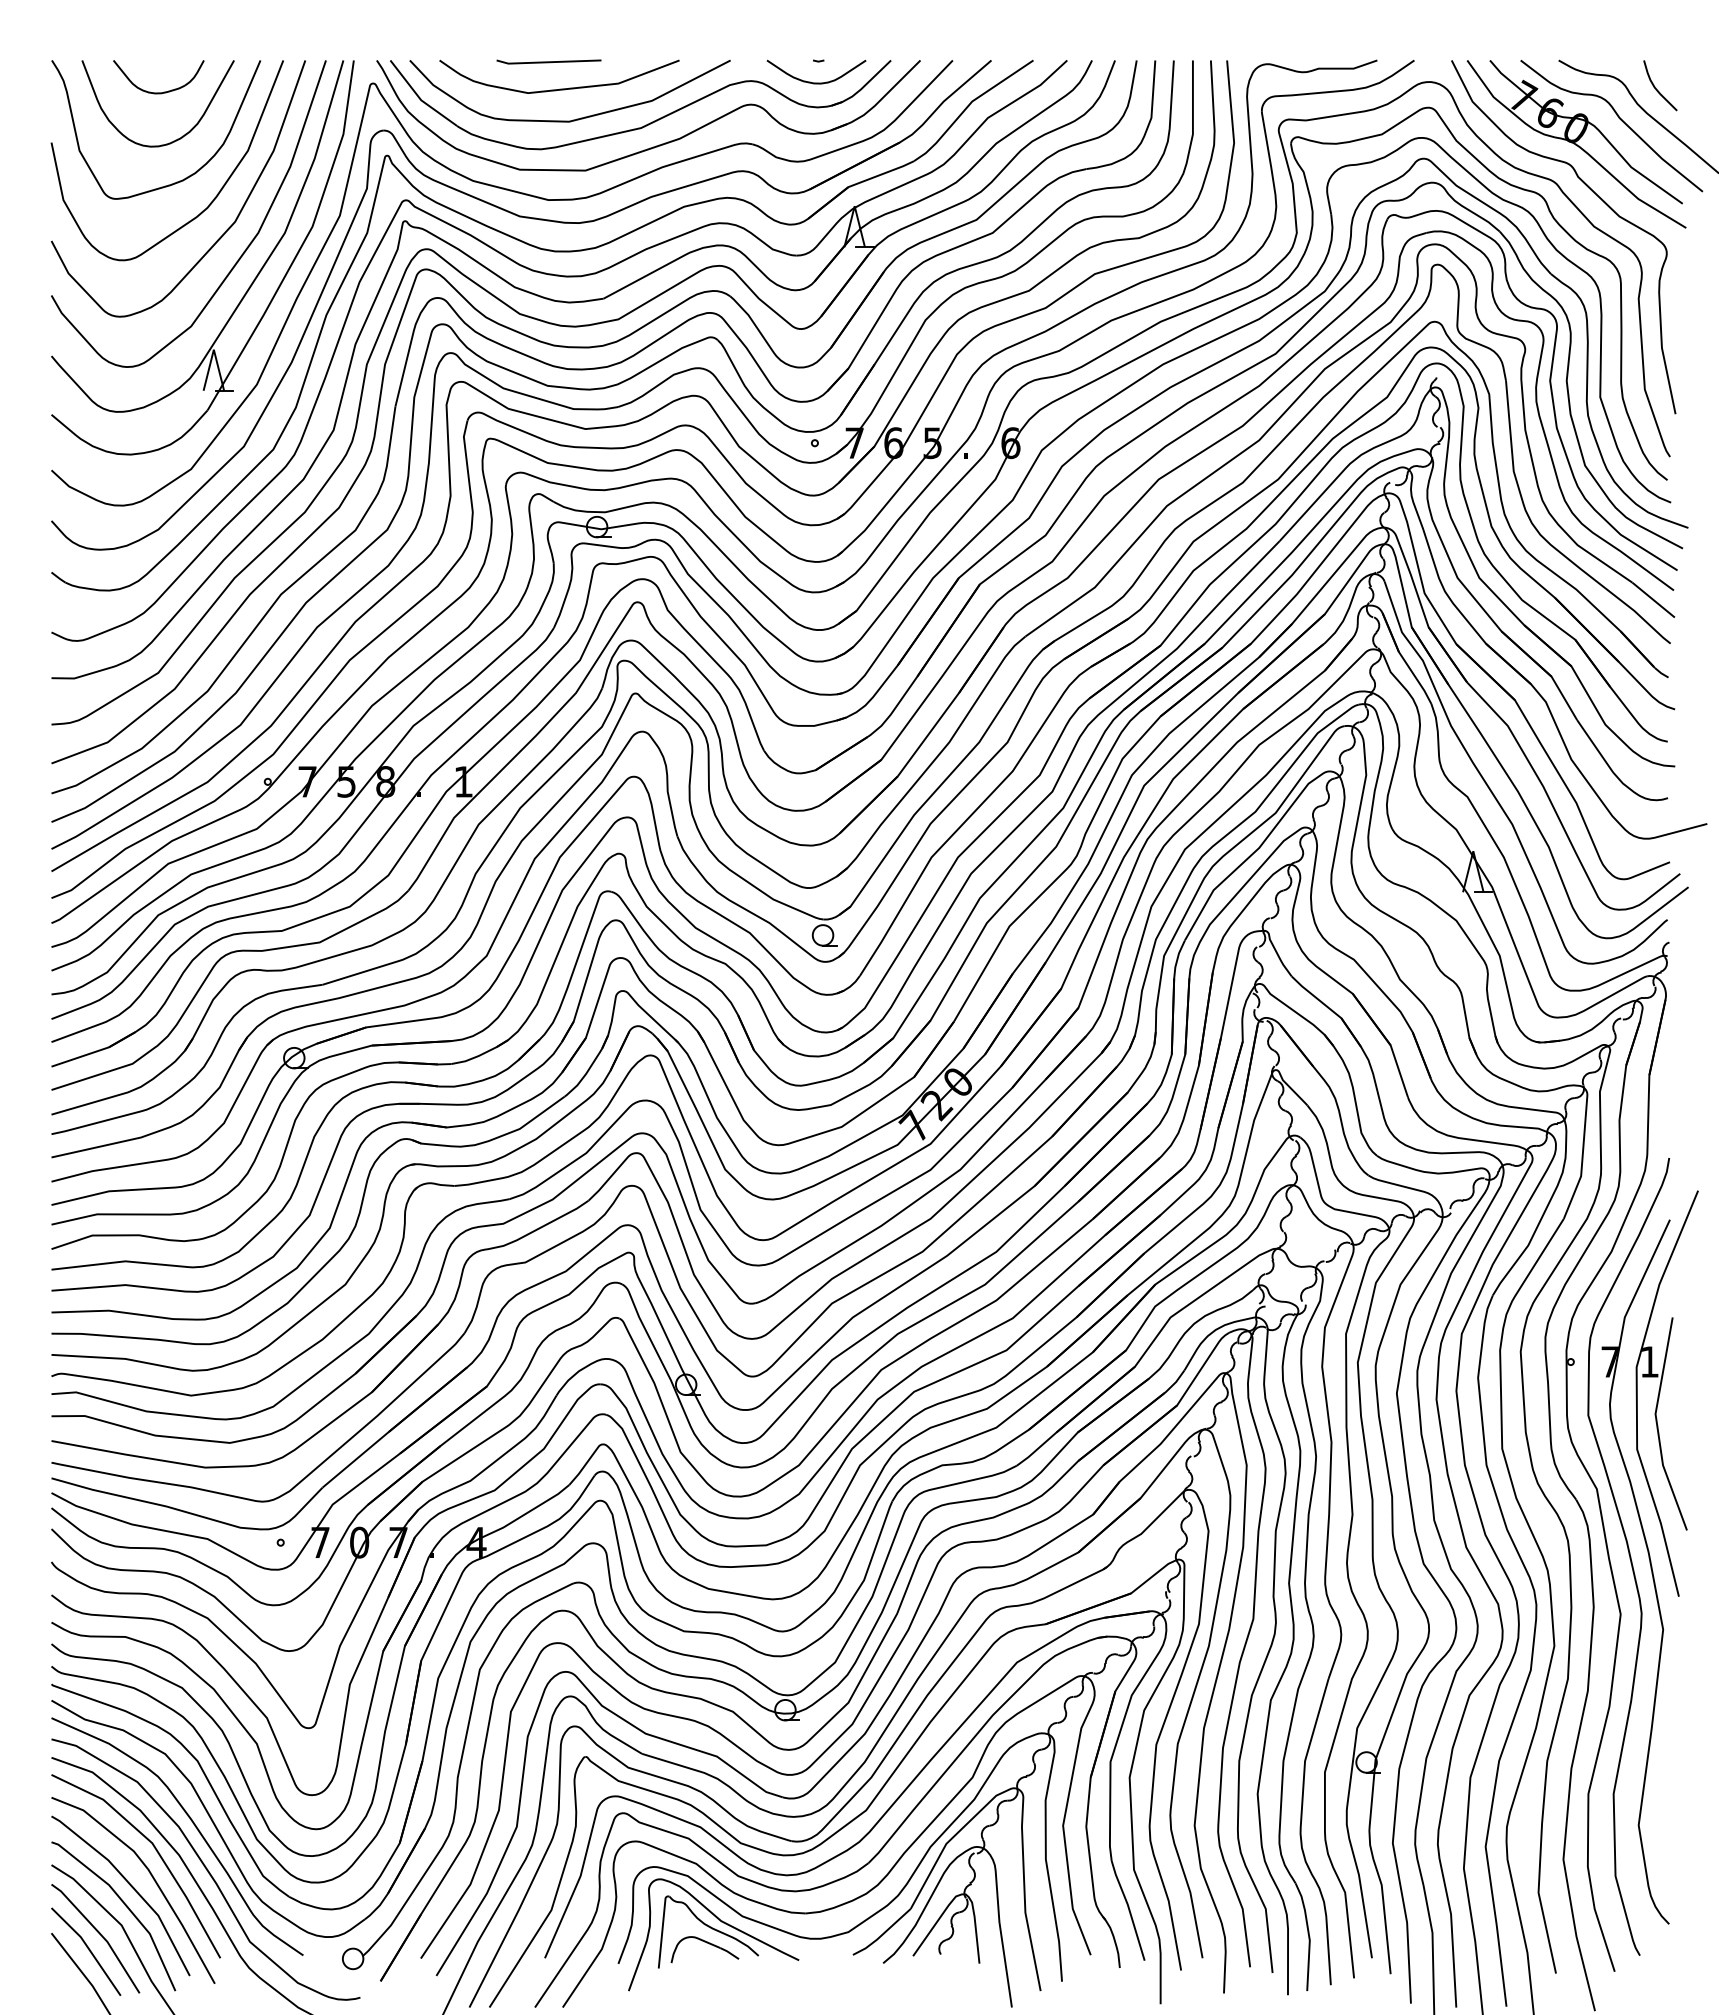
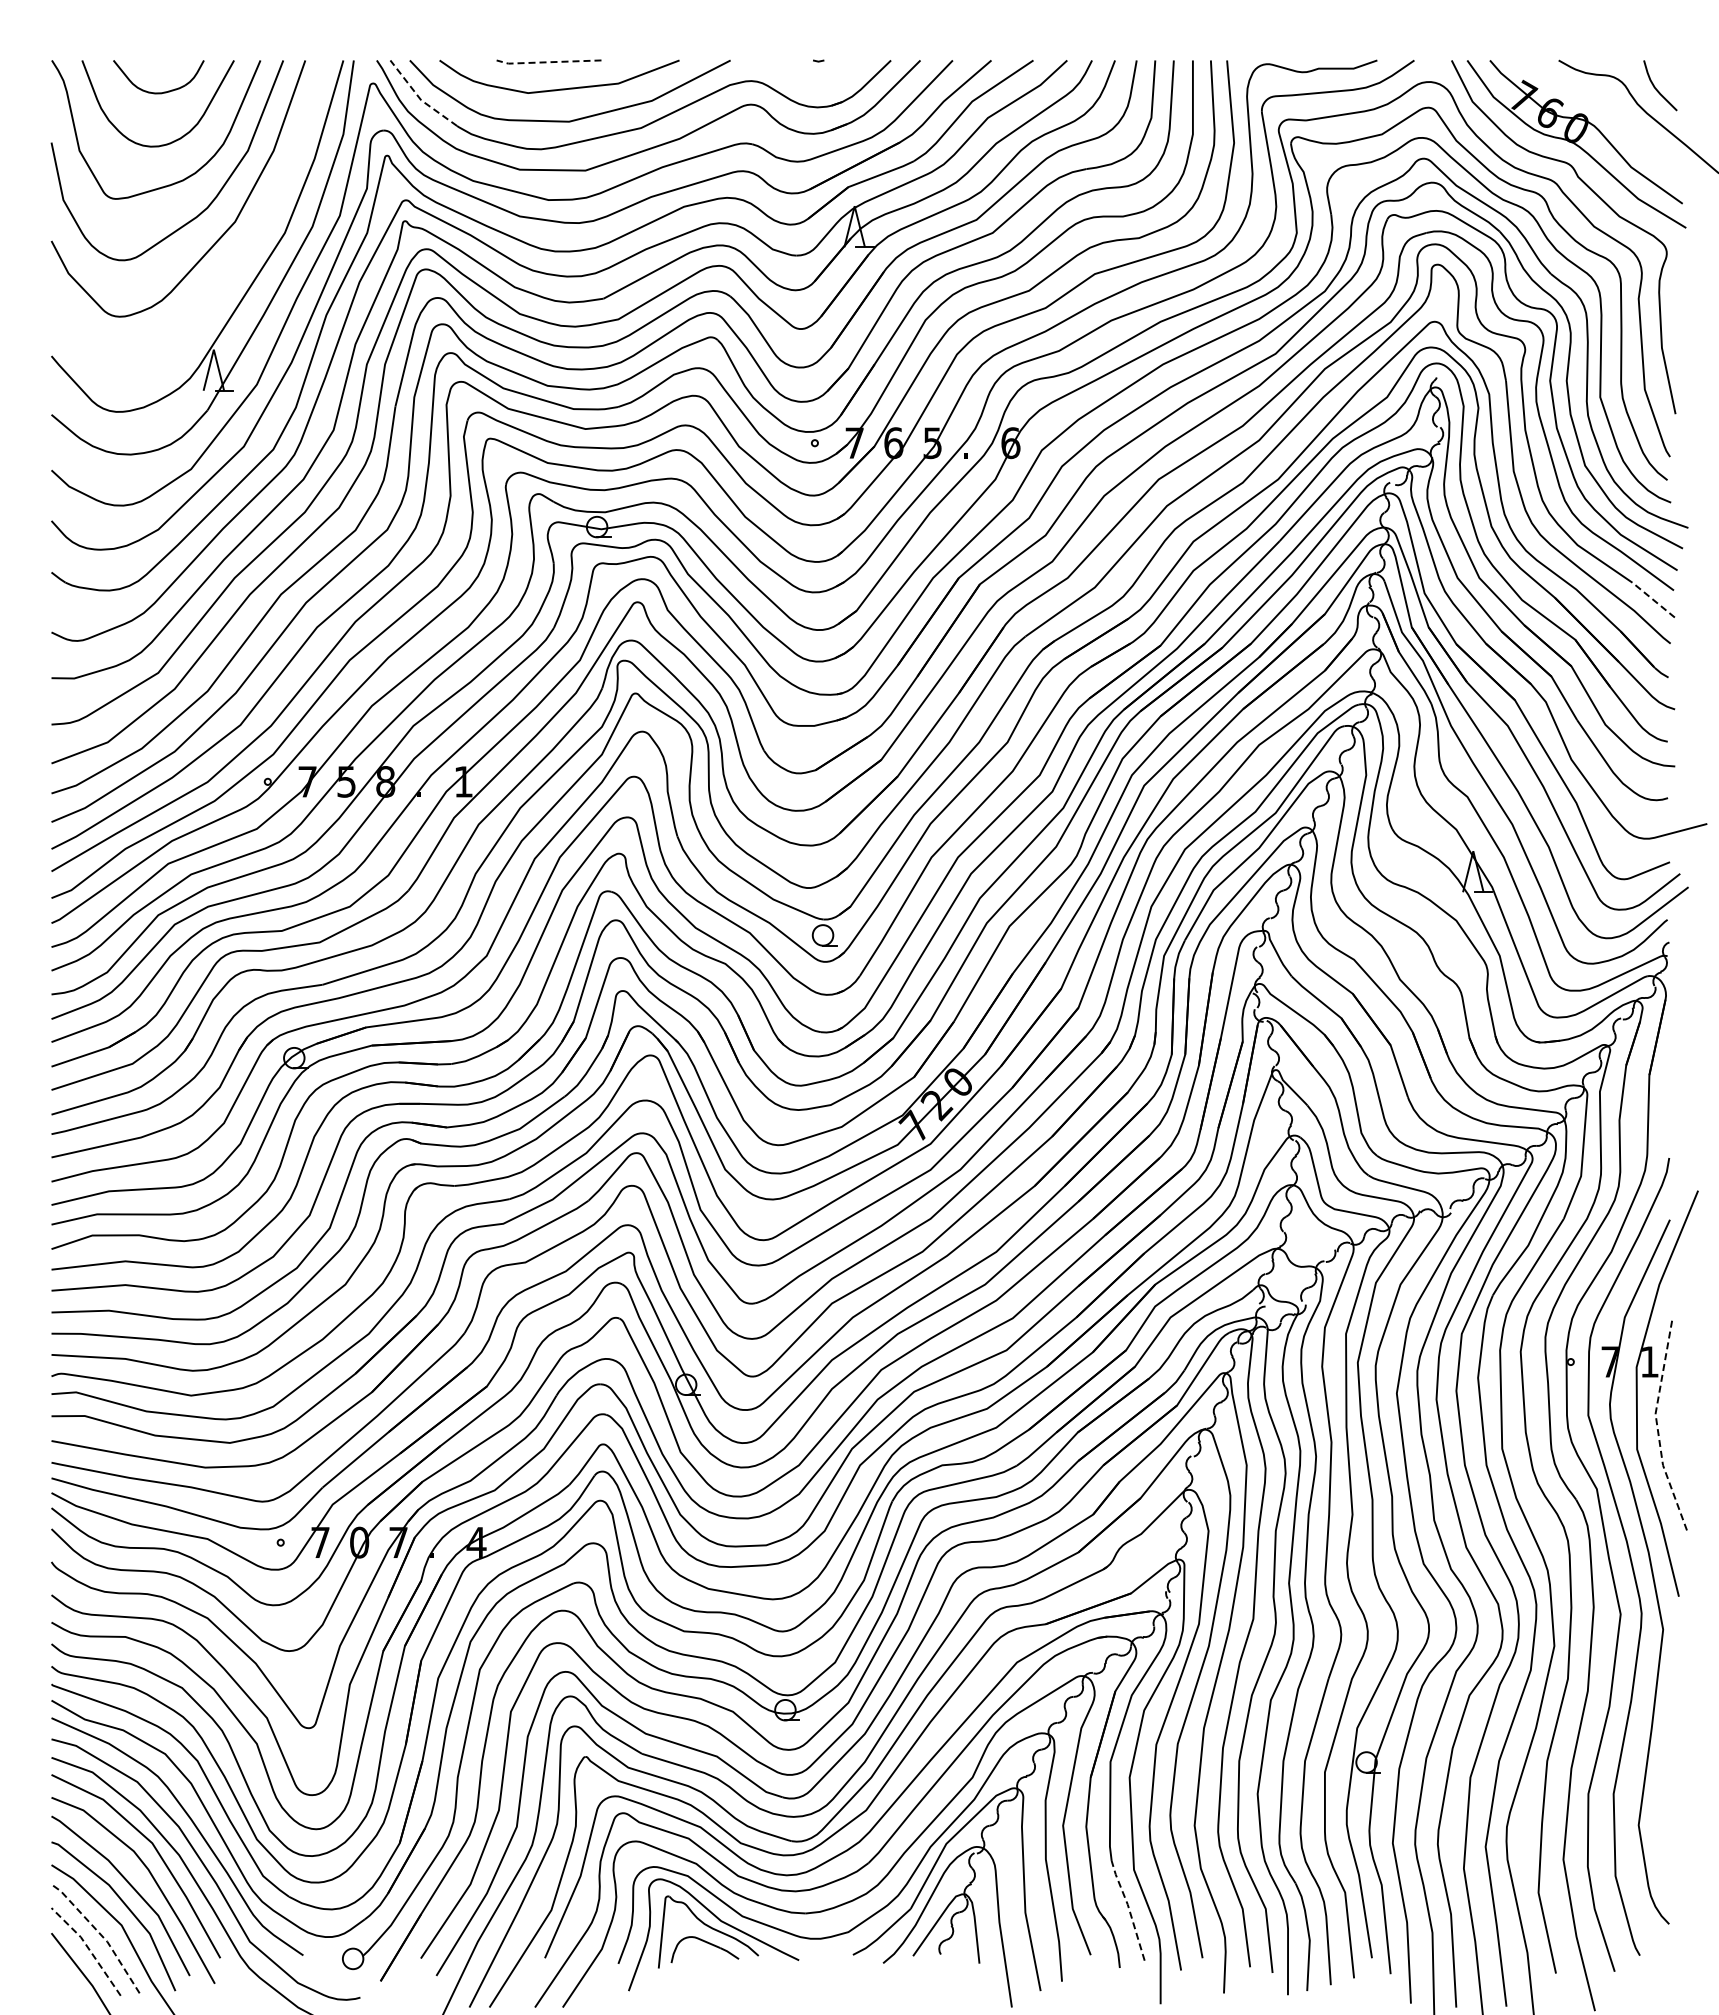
line at (548, 62): solid -> dashed
curve at (816, 82): present -> none
line at (419, 97): solid -> dashed
curve at (1618, 118): present -> none
curve at (240, 255): present -> none
line at (1653, 599): solid -> dashed
line at (1657, 1424): solid -> dashed
line at (1128, 1908): solid -> dashed
line at (100, 1934): solid -> dashed
line at (88, 1948): solid -> dashed
